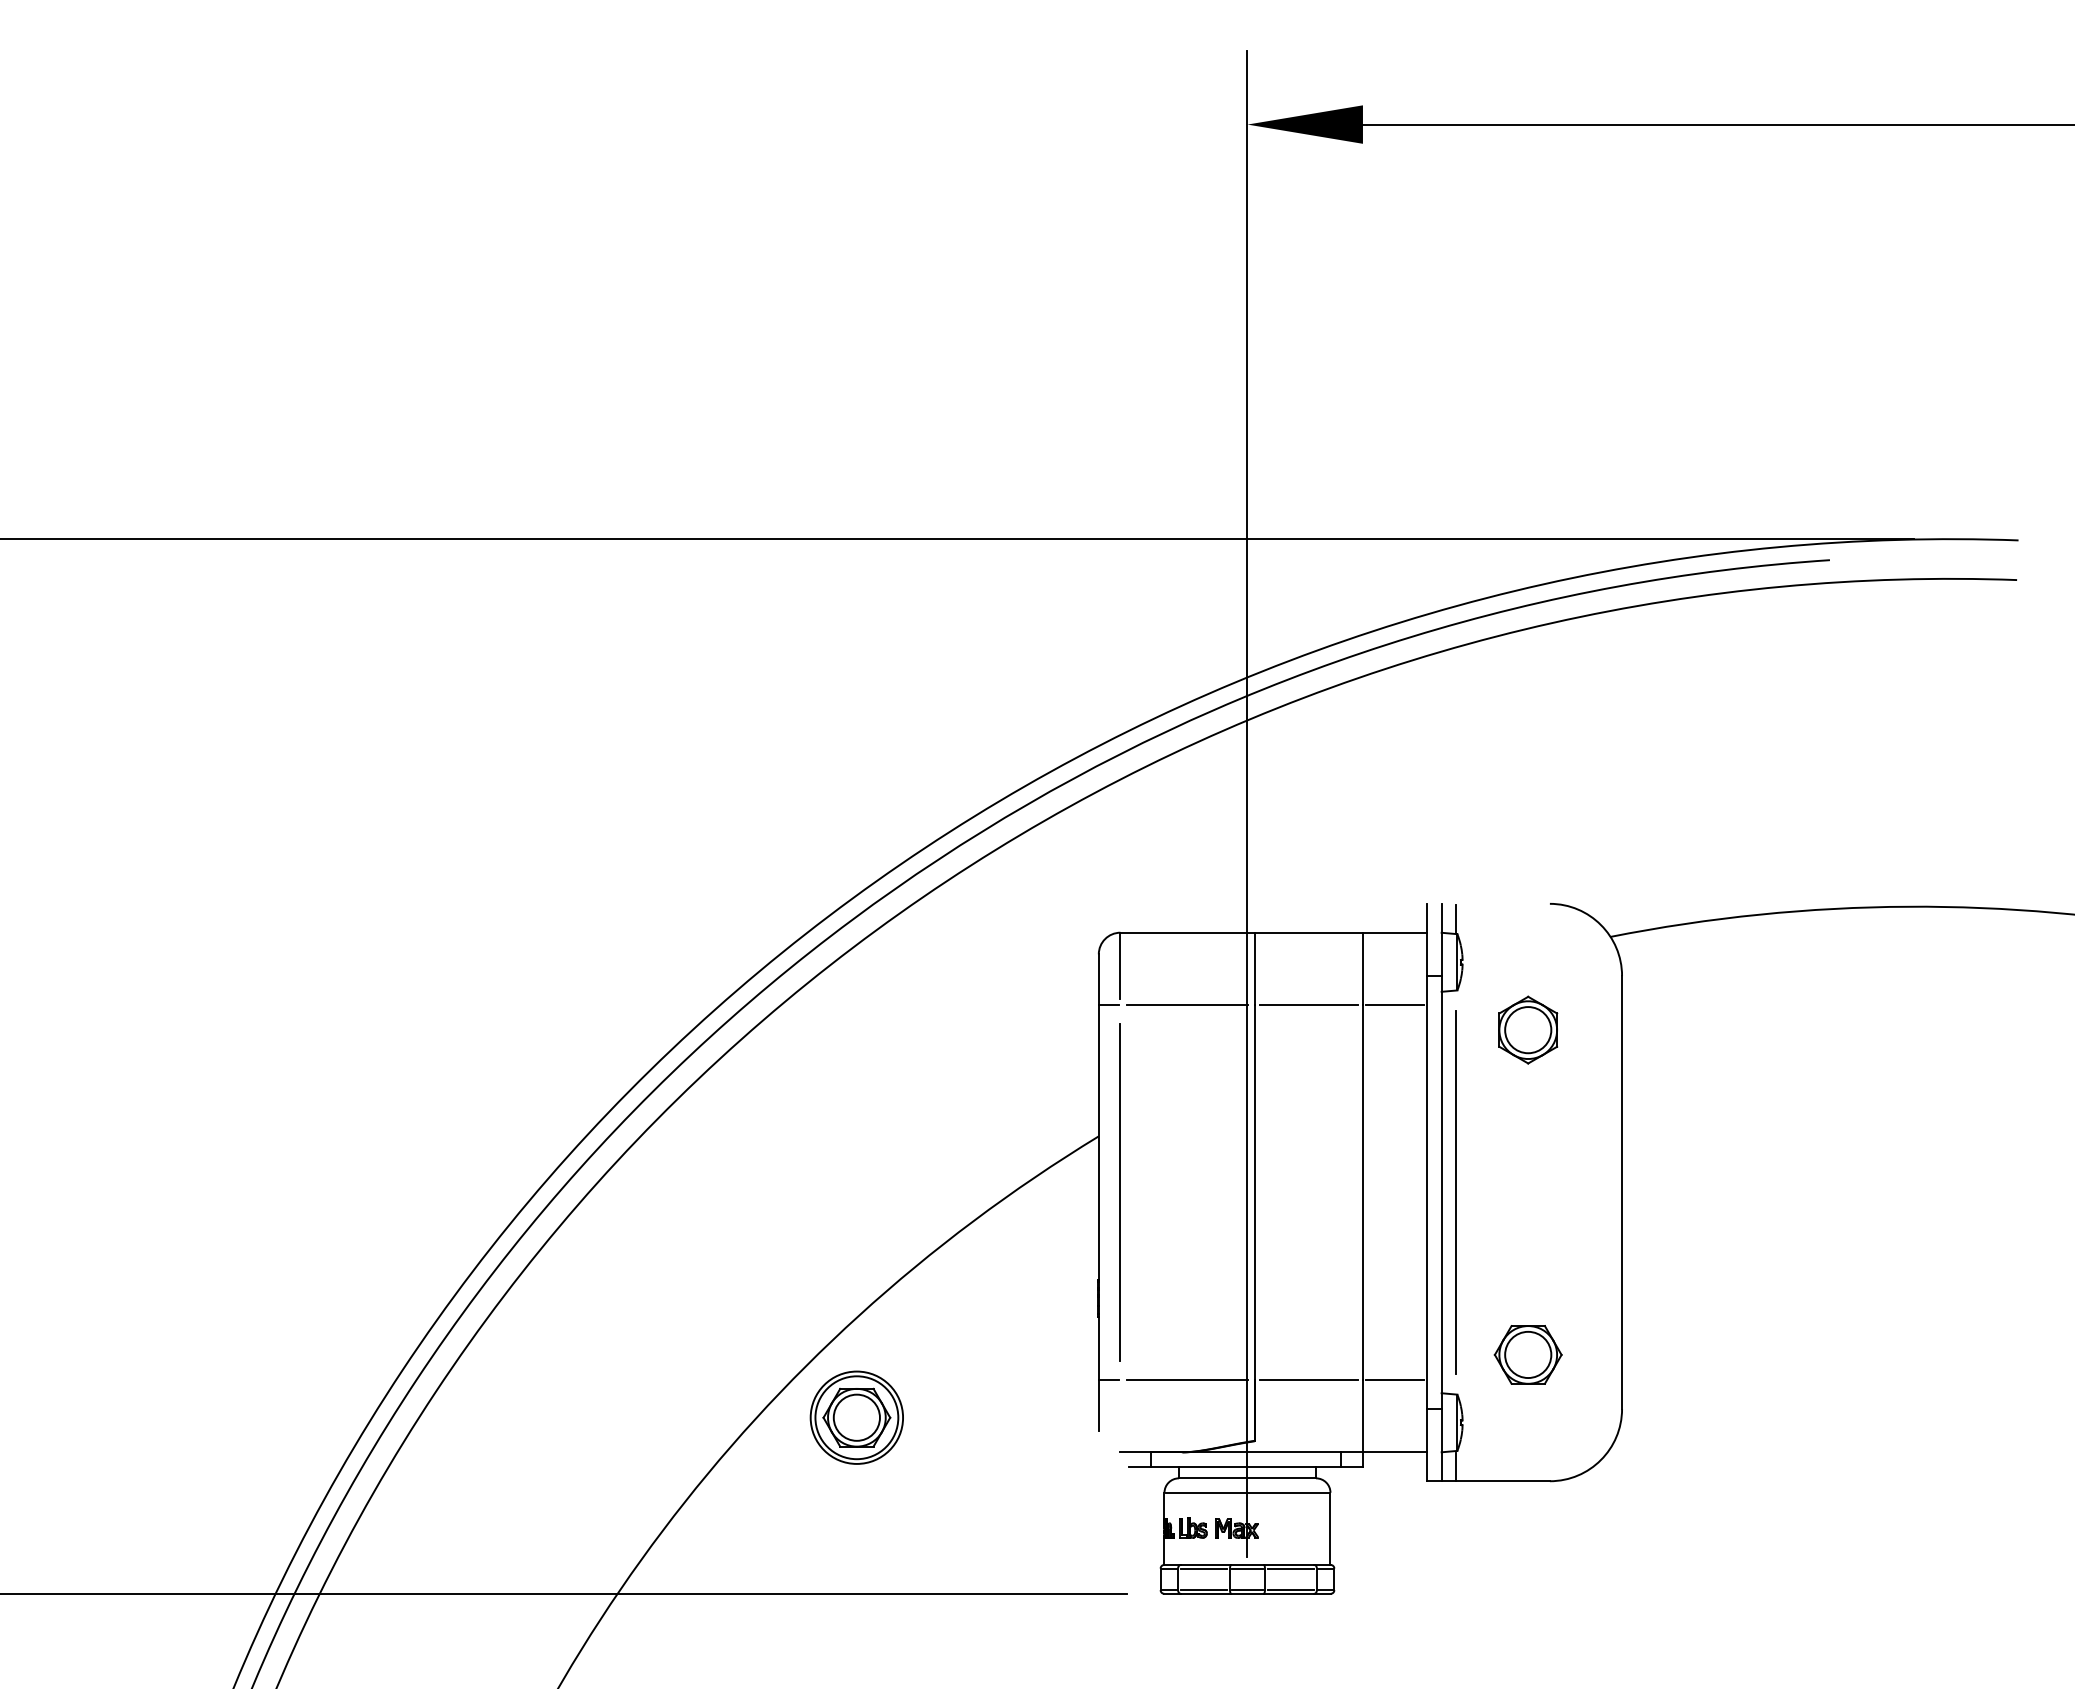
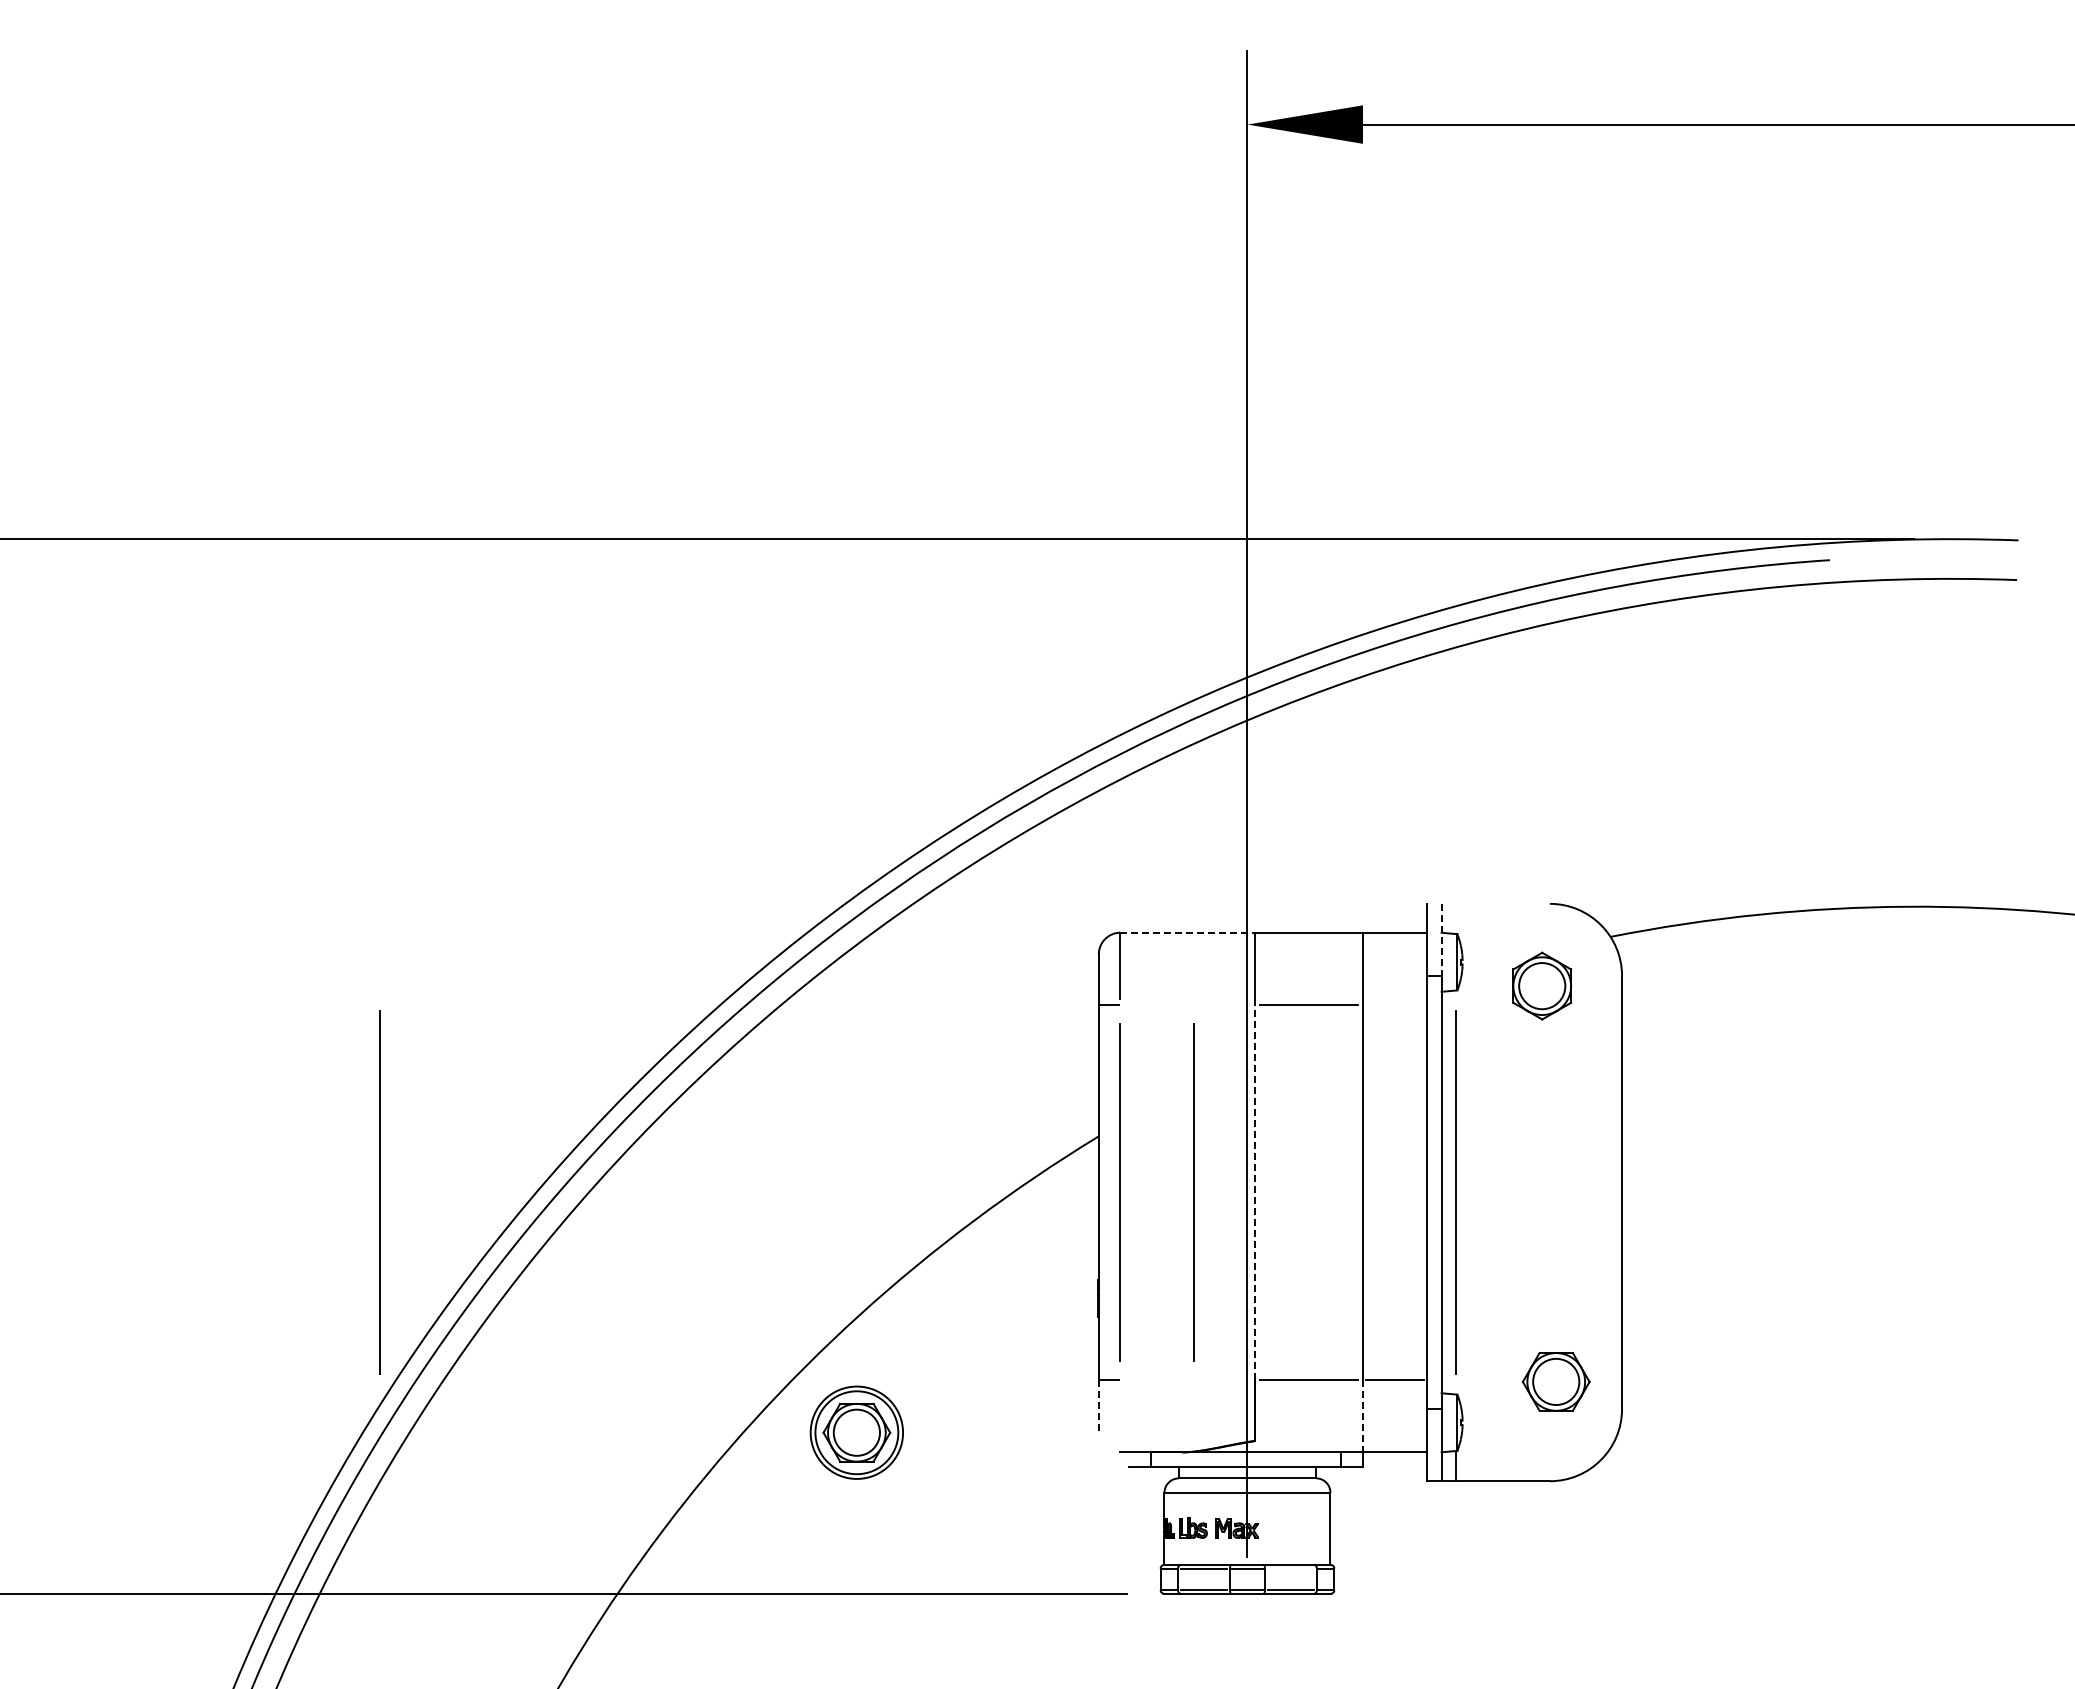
line at (1456, 918): present -> none
line at (1188, 932): solid -> dashed
line at (1441, 940): solid -> dashed
line at (1187, 1004): present -> none
line at (1394, 1004): present -> none
part at (1528, 1029) position: (1528, 1029) -> (1542, 985)
line at (379, 1192): none -> present
line at (1193, 1192): none -> present
line at (1254, 1192): solid -> dashed
part at (1527, 1354) position: (1527, 1354) -> (1555, 1381)
line at (1187, 1380): present -> none
line at (1098, 1404): solid -> dashed
line at (1362, 1416): solid -> dashed
part at (856, 1417) position: (856, 1417) -> (856, 1432)
line at (1290, 1568): present -> none
